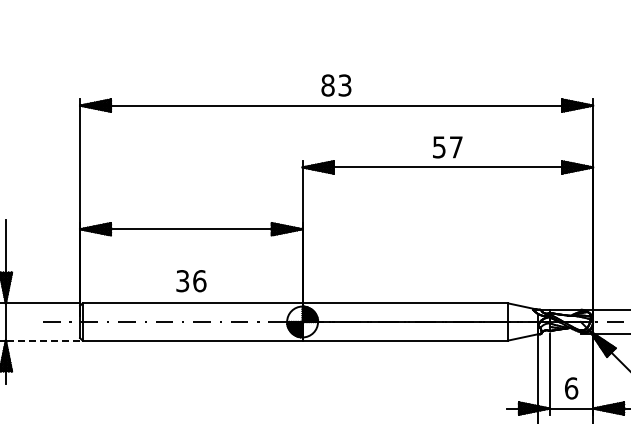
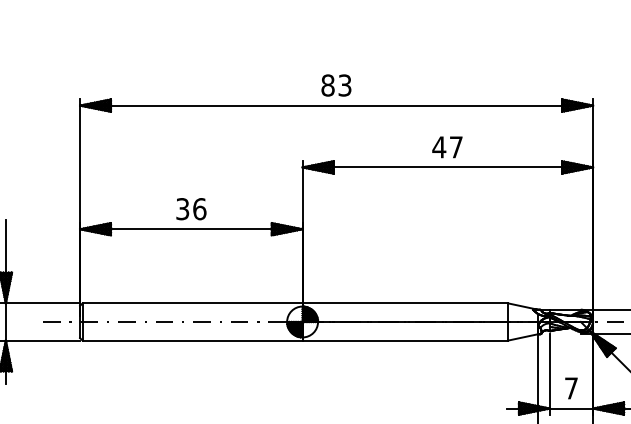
text at (439, 147): 57 -> 47
text at (191, 281) position: (191, 281) -> (191, 209)
line at (42, 340): dashed -> solid
text at (571, 388): 6 -> 7
